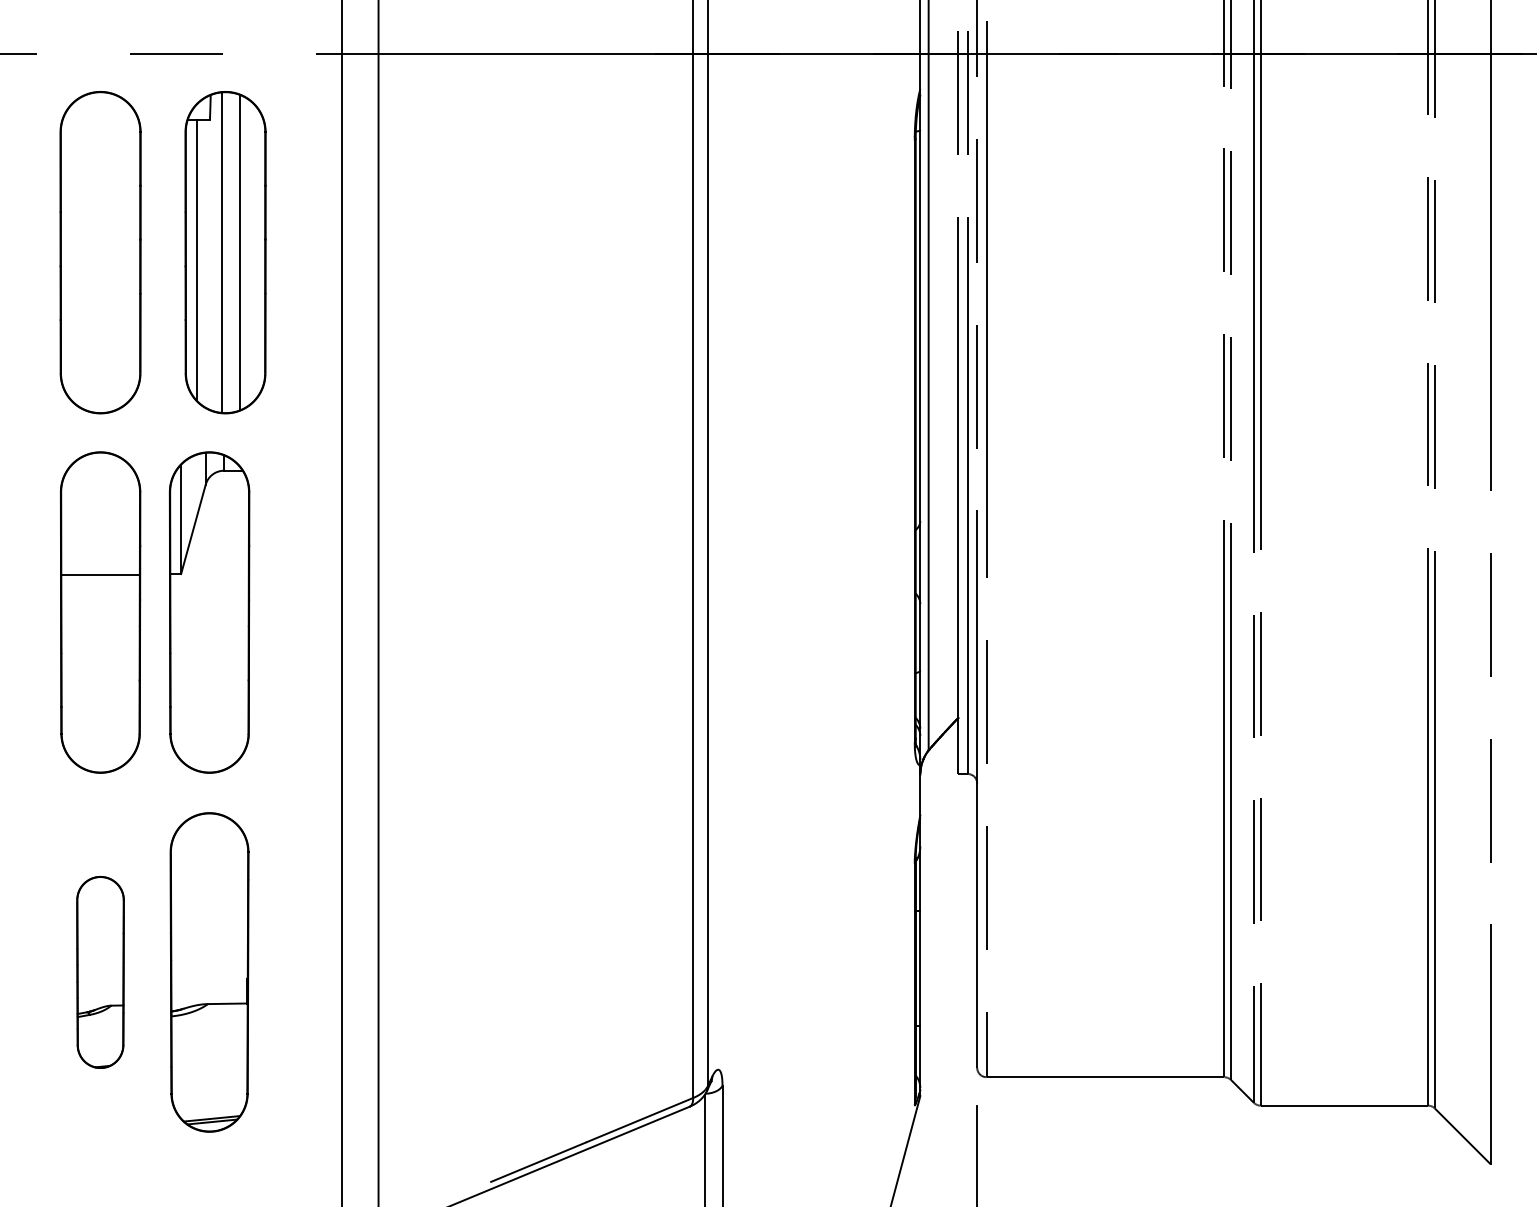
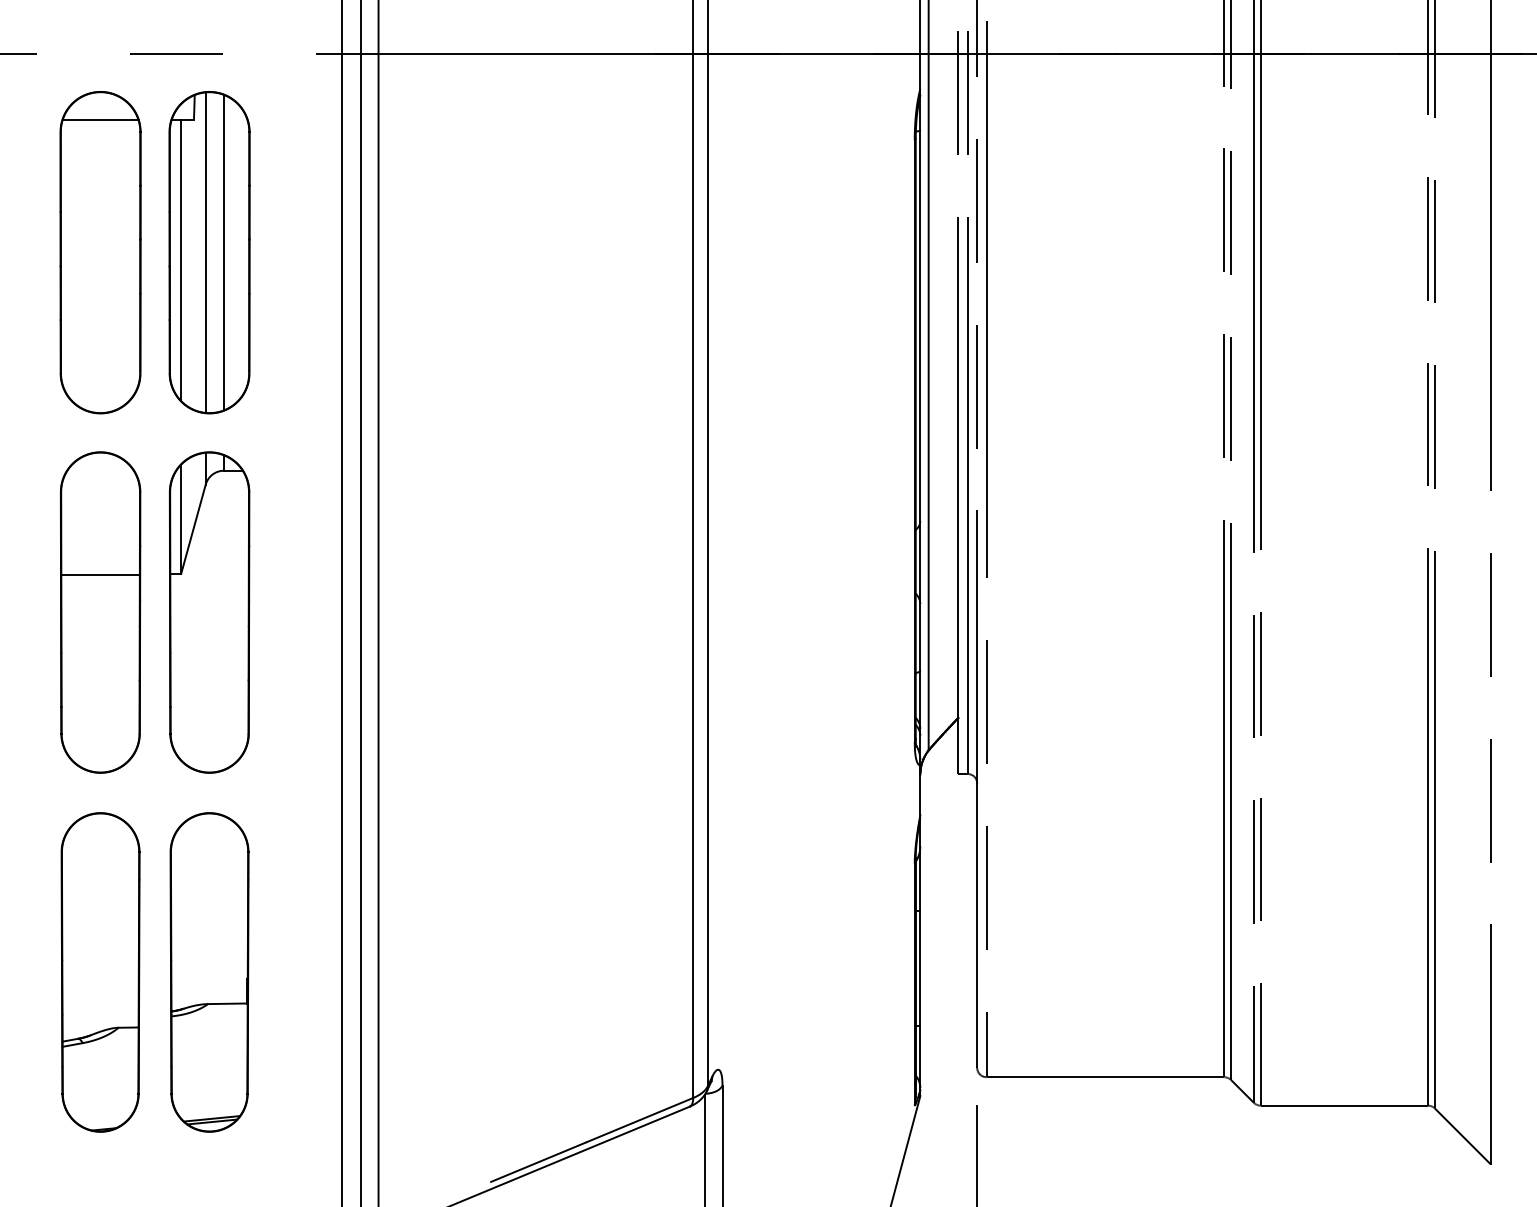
line at (100, 120): none -> present
part at (225, 252) position: (225, 252) -> (209, 252)
line at (361, 602): none -> present
part at (100, 972) size: 49x193 px -> 81x321 px
